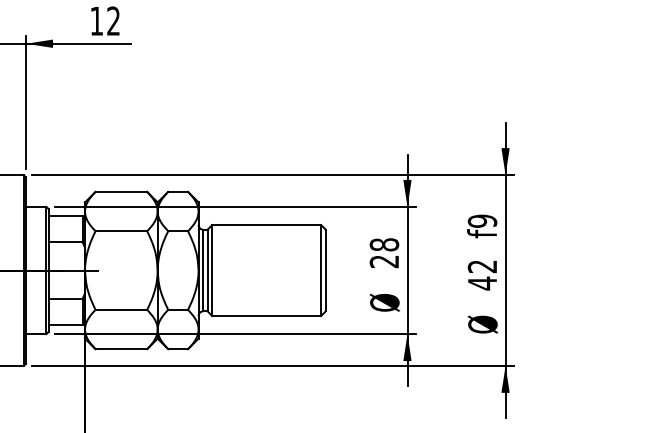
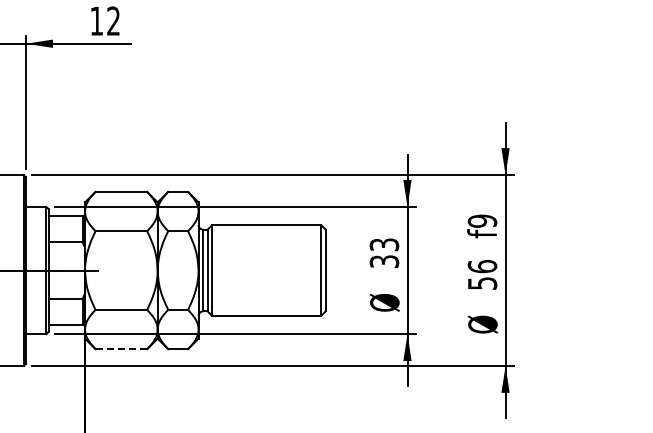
text at (384, 253): 28 -> 33
text at (482, 274): 42 -> 56
line at (121, 349): solid -> dashed
